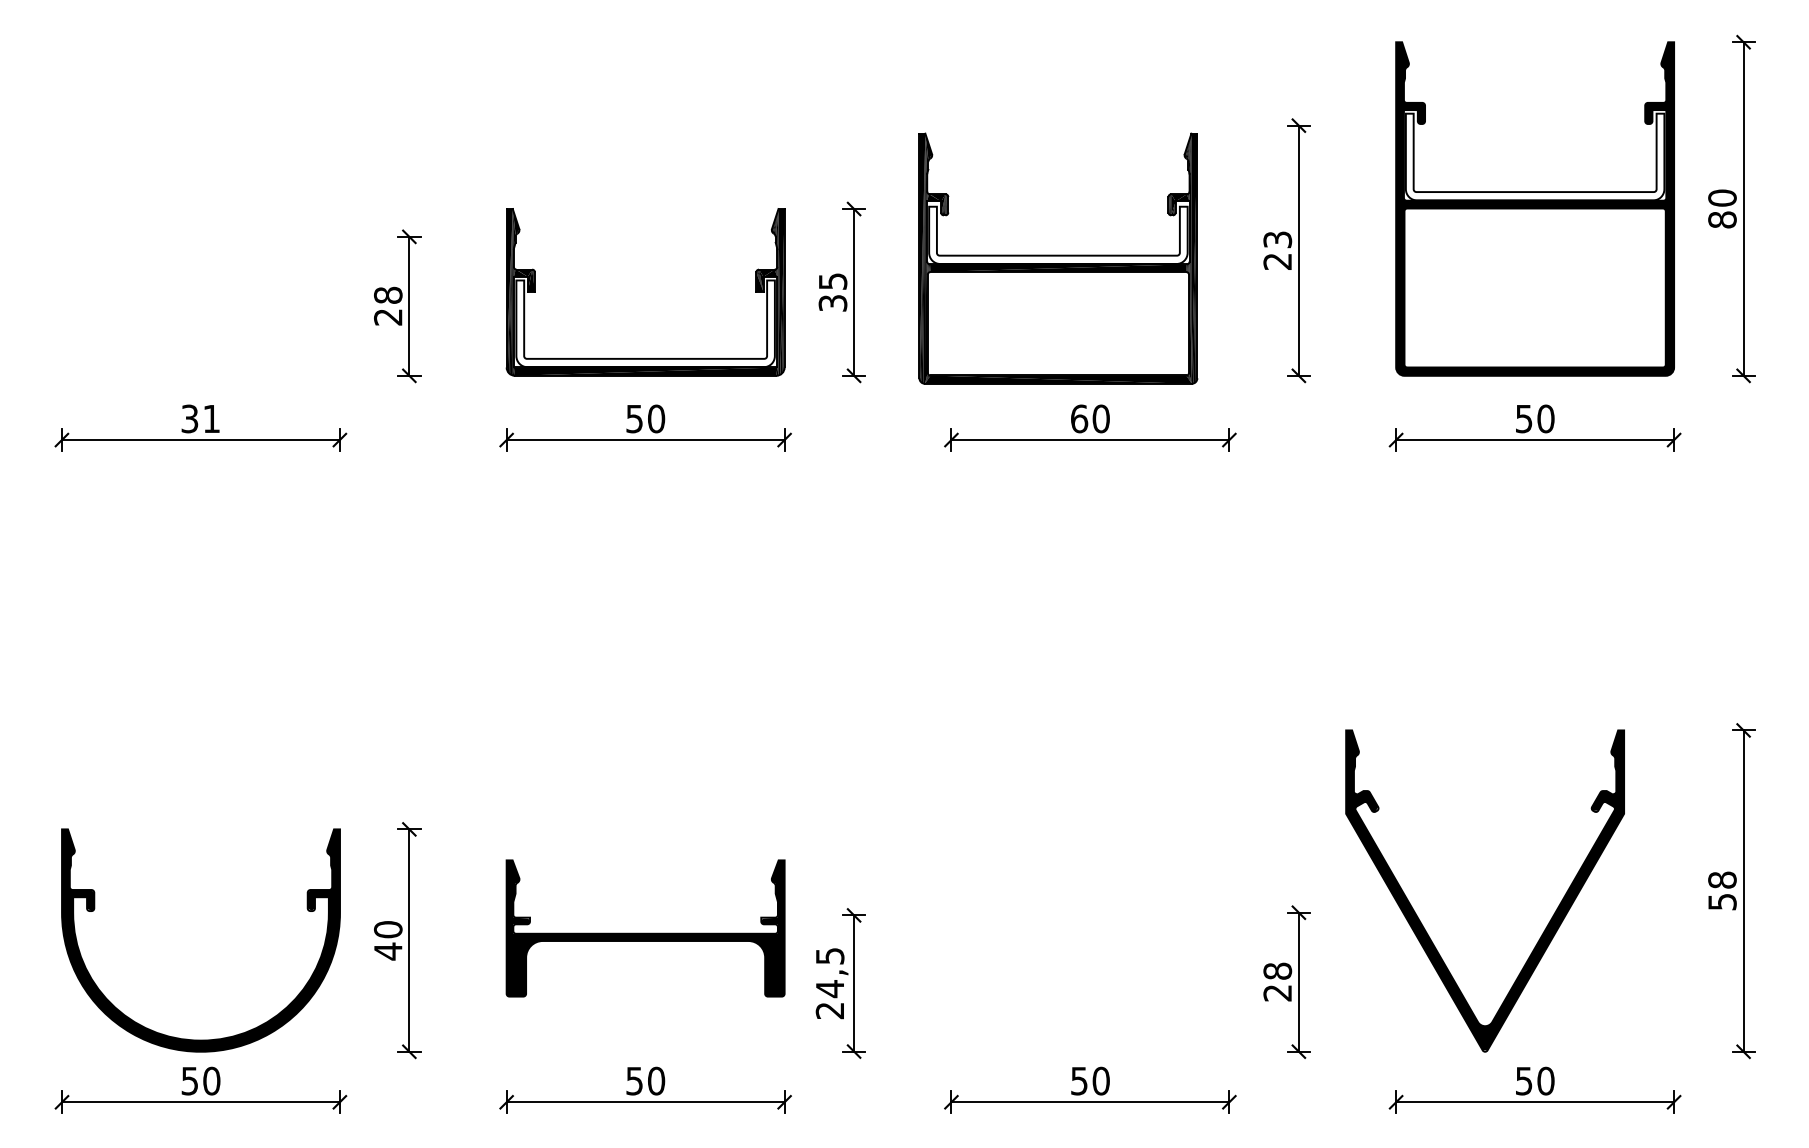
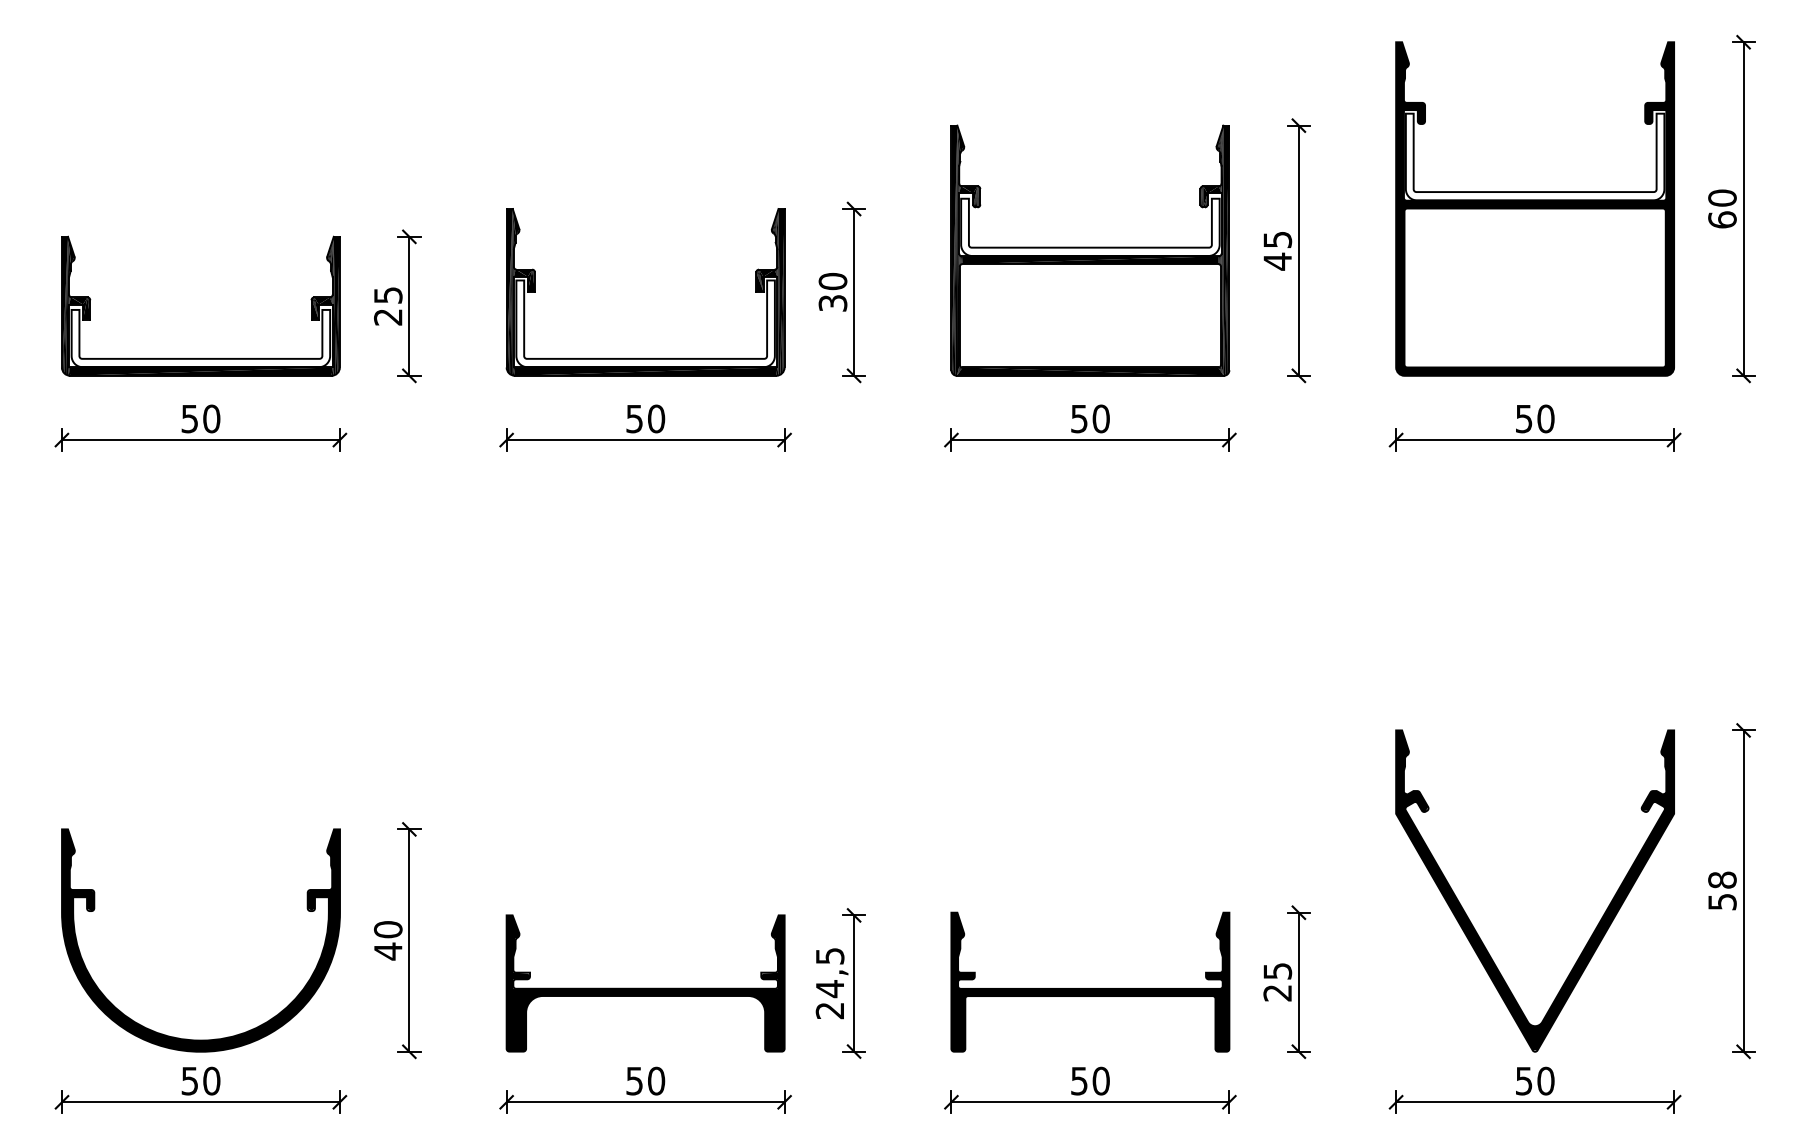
text at (1722, 219): 80 -> 60
text at (1277, 250): 23 -> 45
part at (1058, 258) position: (1058, 258) -> (1090, 250)
text at (832, 281): 35 -> 30
text at (388, 294): 28 -> 25
part at (200, 358): none -> present
text at (201, 418): 31 -> 50
text at (1079, 418): 60 -> 50
part at (1422, 923) position: (1422, 923) -> (1472, 923)
part at (645, 928) position: (645, 928) -> (645, 983)
text at (1277, 970): 28 -> 25
part at (1090, 988): none -> present
